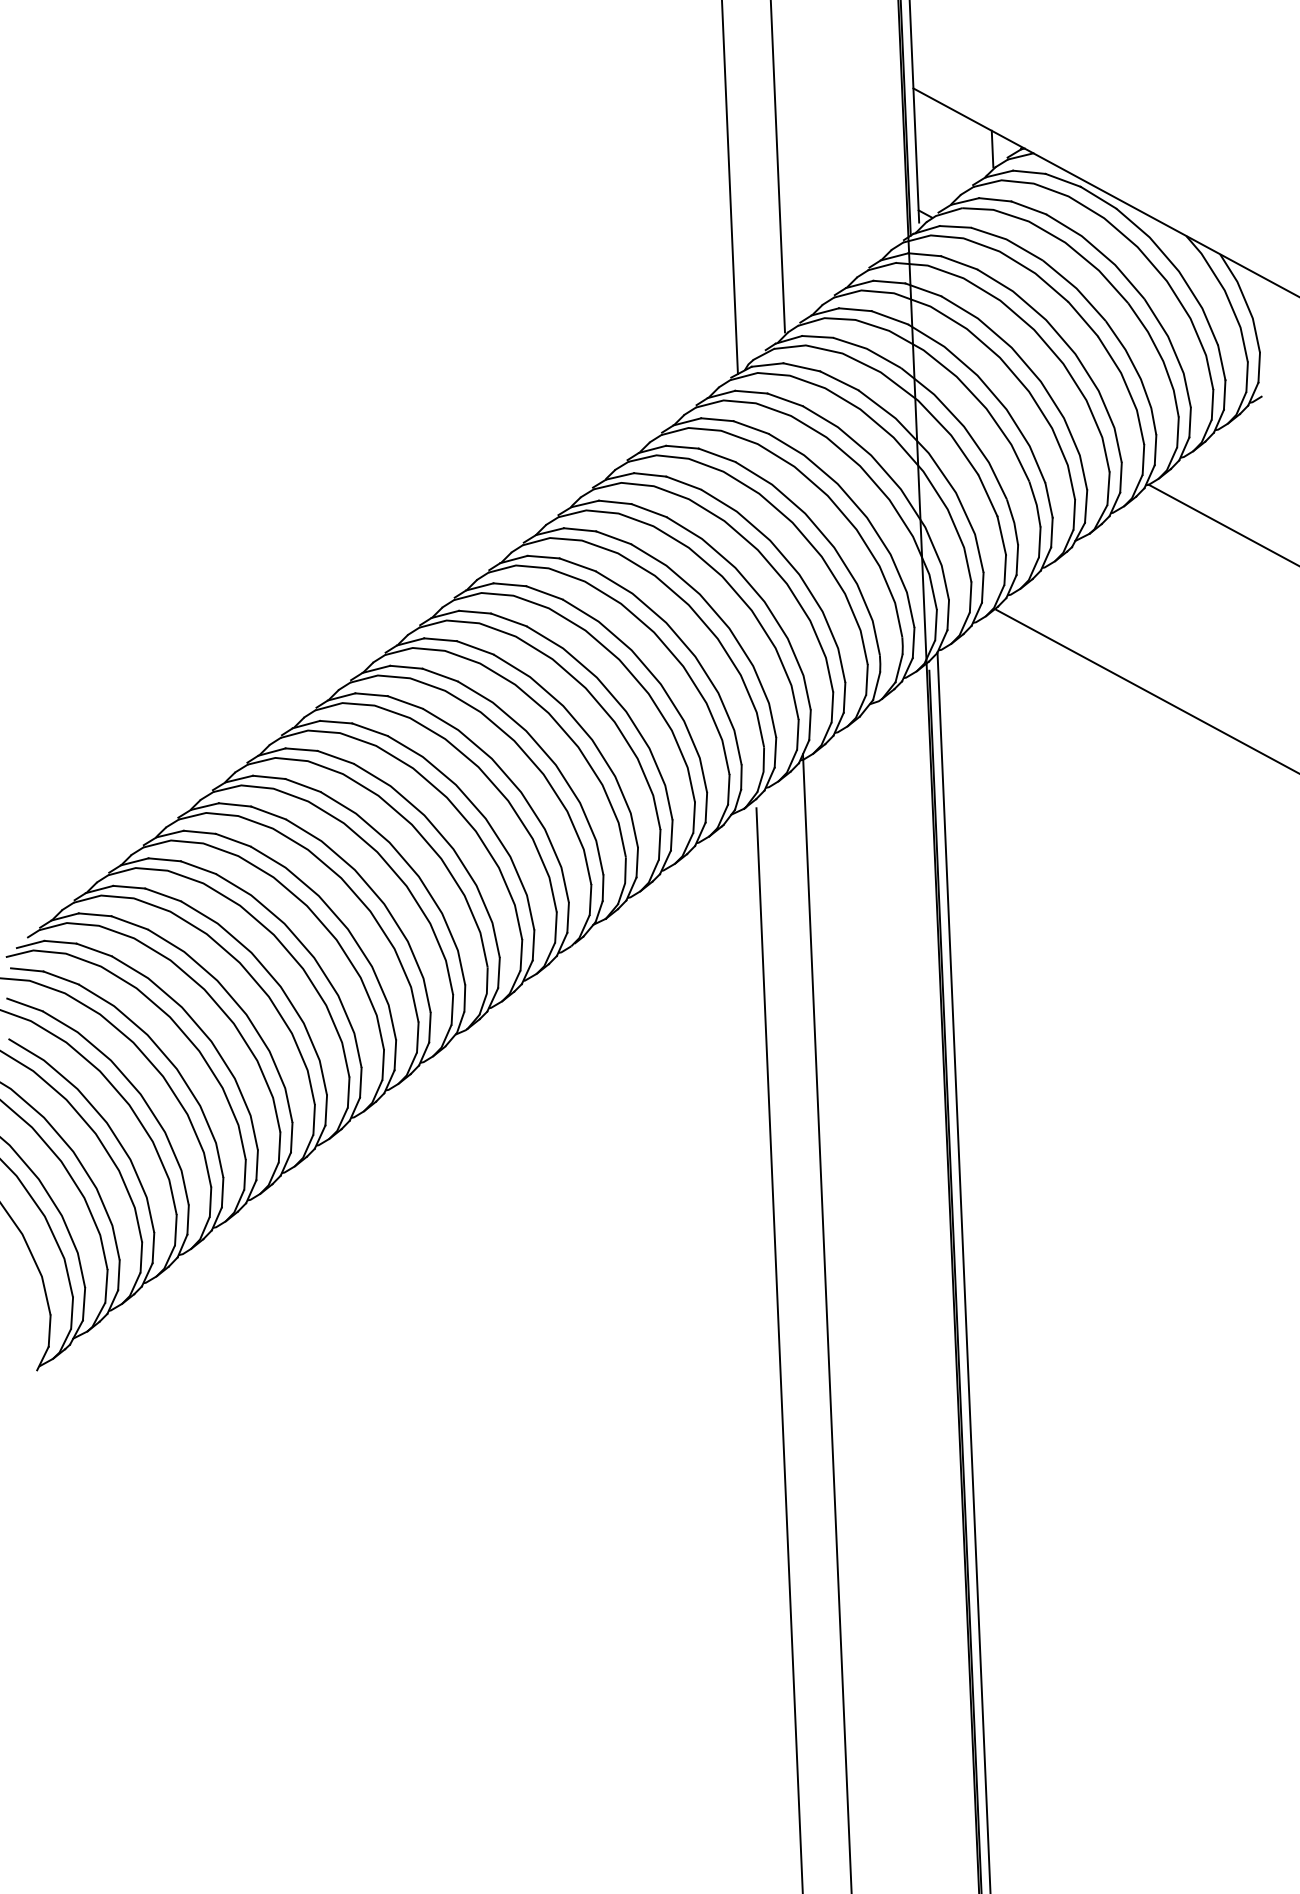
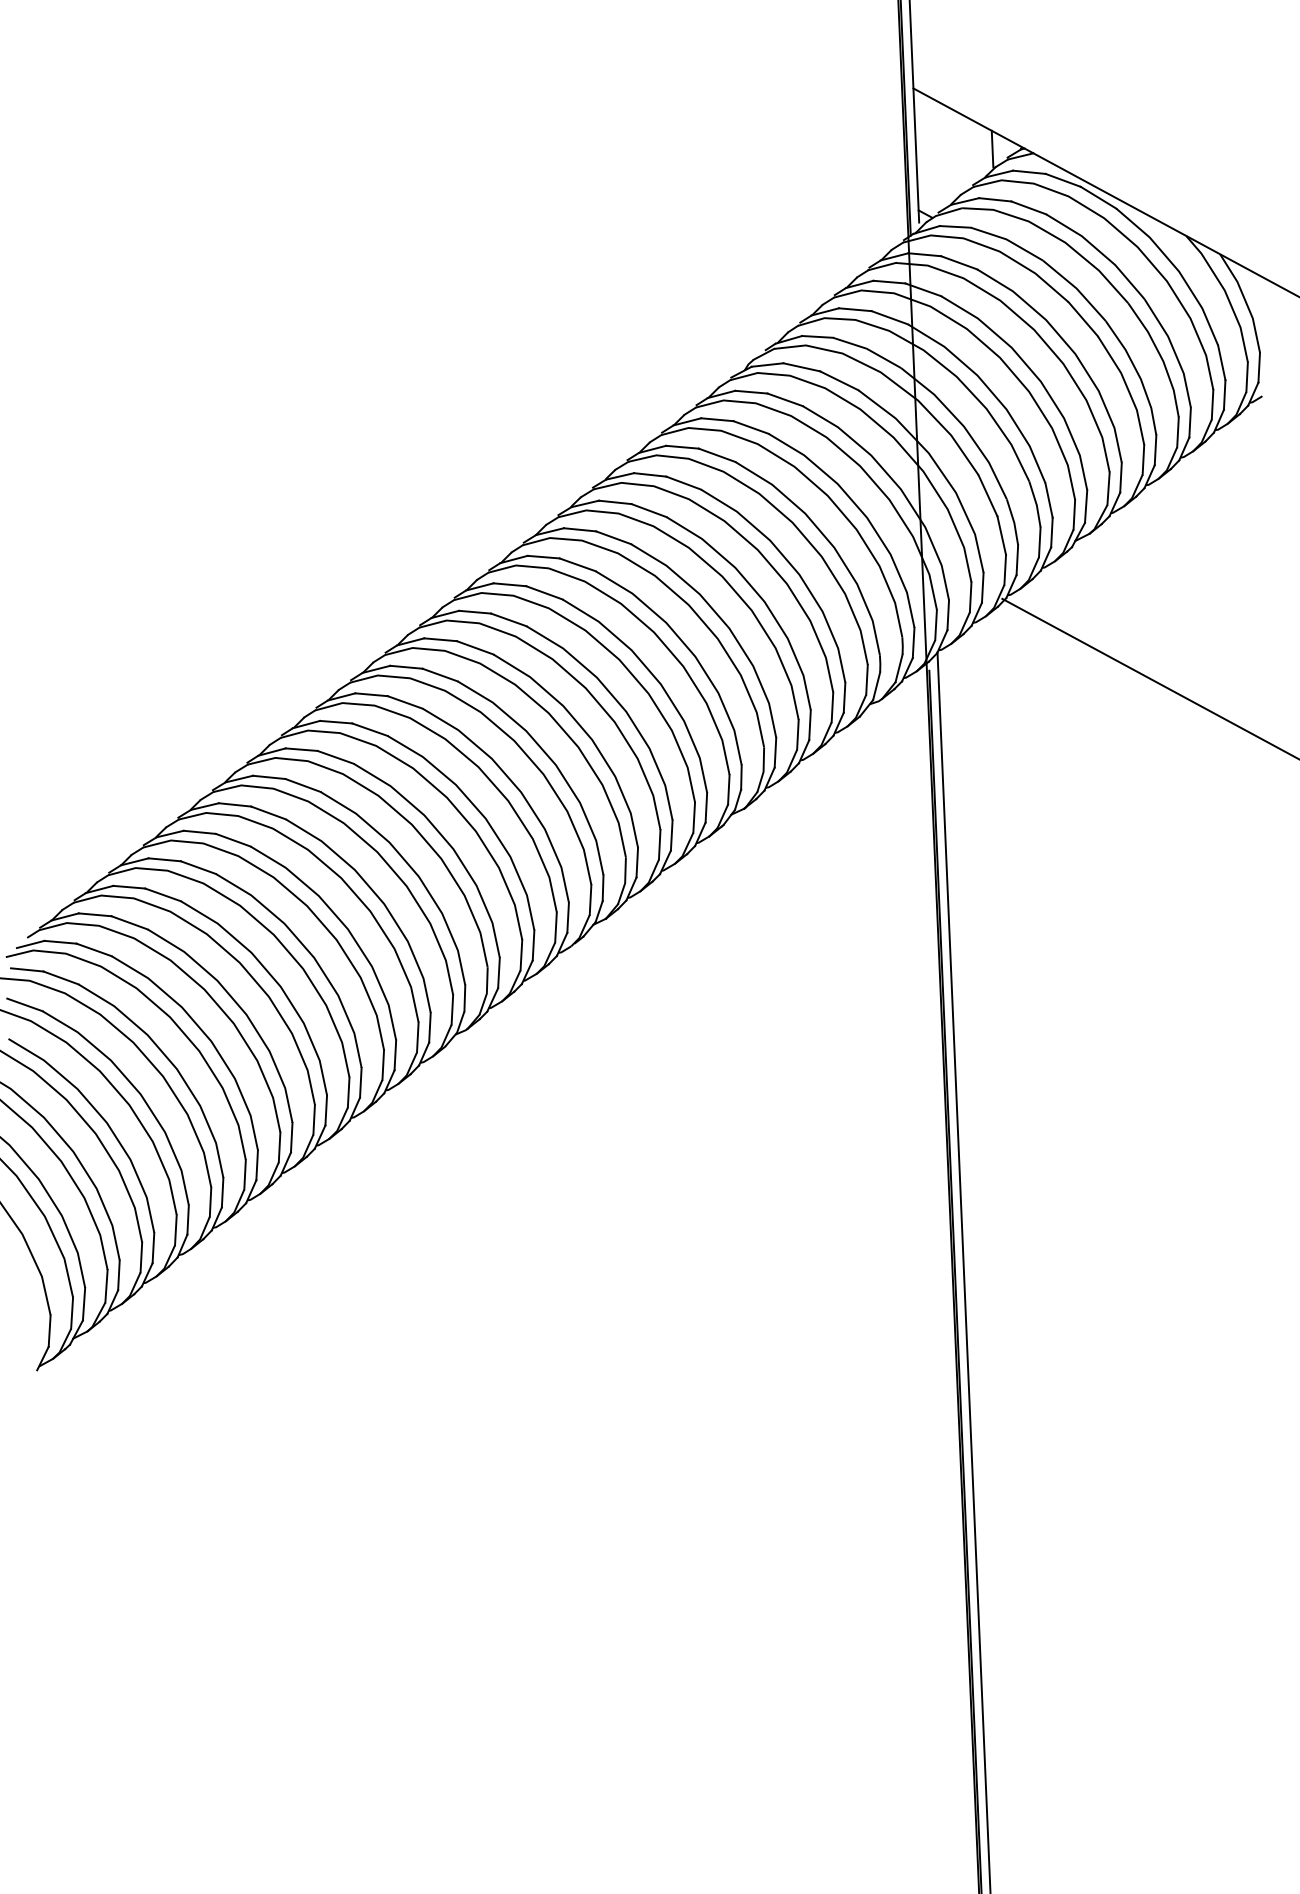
line at (777, 167): present -> none
line at (729, 188): present -> none
line at (1222, 524): present -> none
line at (1146, 690) position: (1146, 690) -> (1149, 677)
line at (827, 1322): present -> none
line at (779, 1349): present -> none
